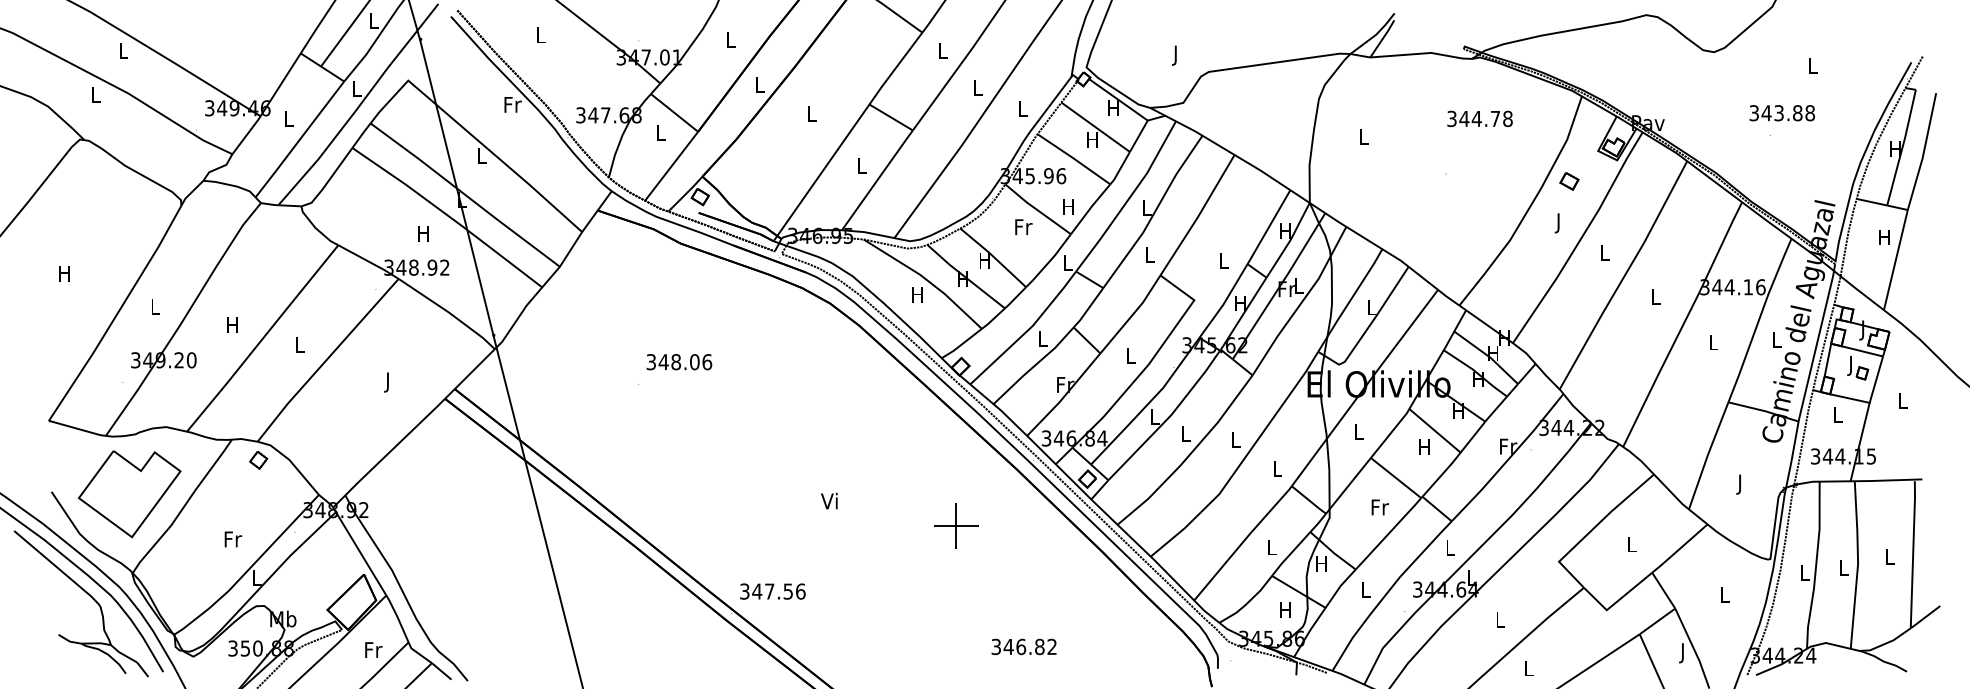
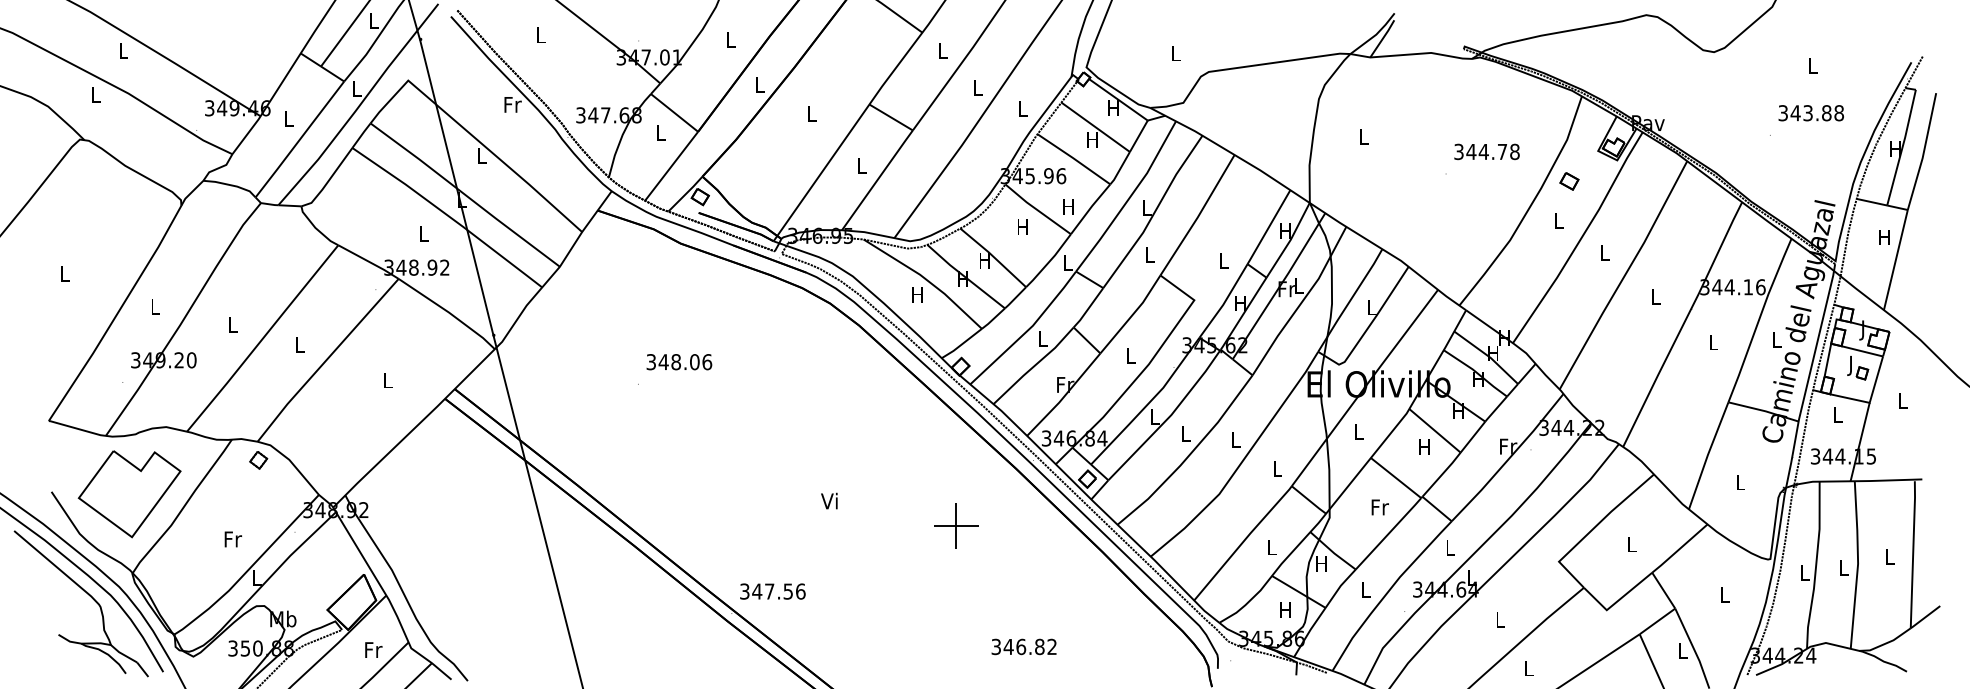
text at (1176, 55): J -> L
text at (1781, 113) position: (1781, 113) -> (1810, 113)
text at (1479, 118) position: (1479, 118) -> (1486, 151)
text at (1558, 223): J -> L
text at (1023, 227): Fr -> H
text at (423, 233): H -> L
text at (64, 273): H -> L
text at (232, 324): H -> L
text at (388, 382): J -> L
text at (1740, 484): J -> L
text at (1683, 653): J -> L
